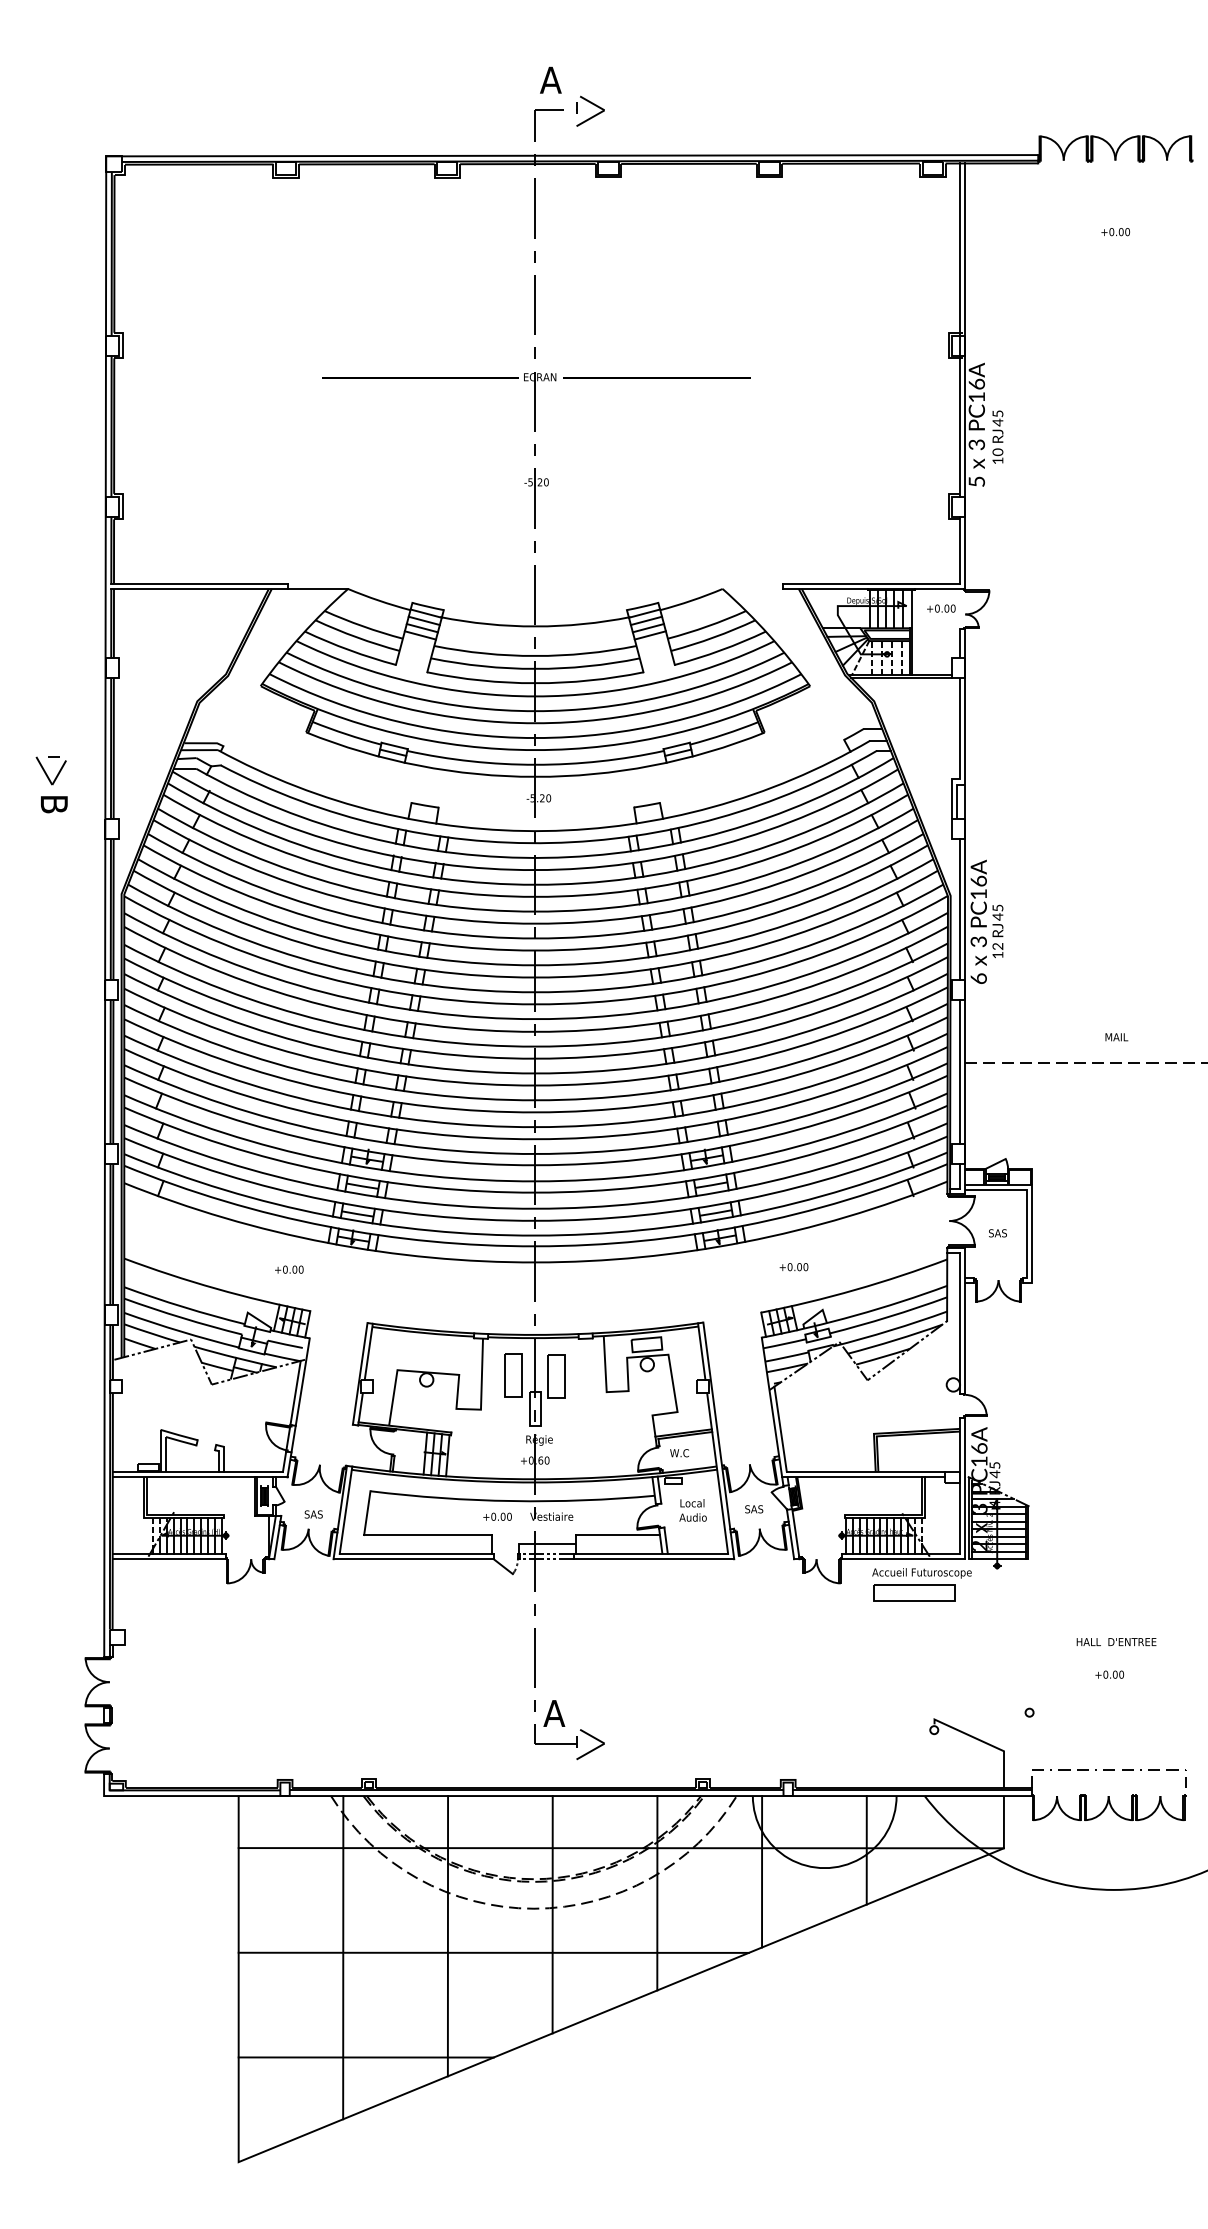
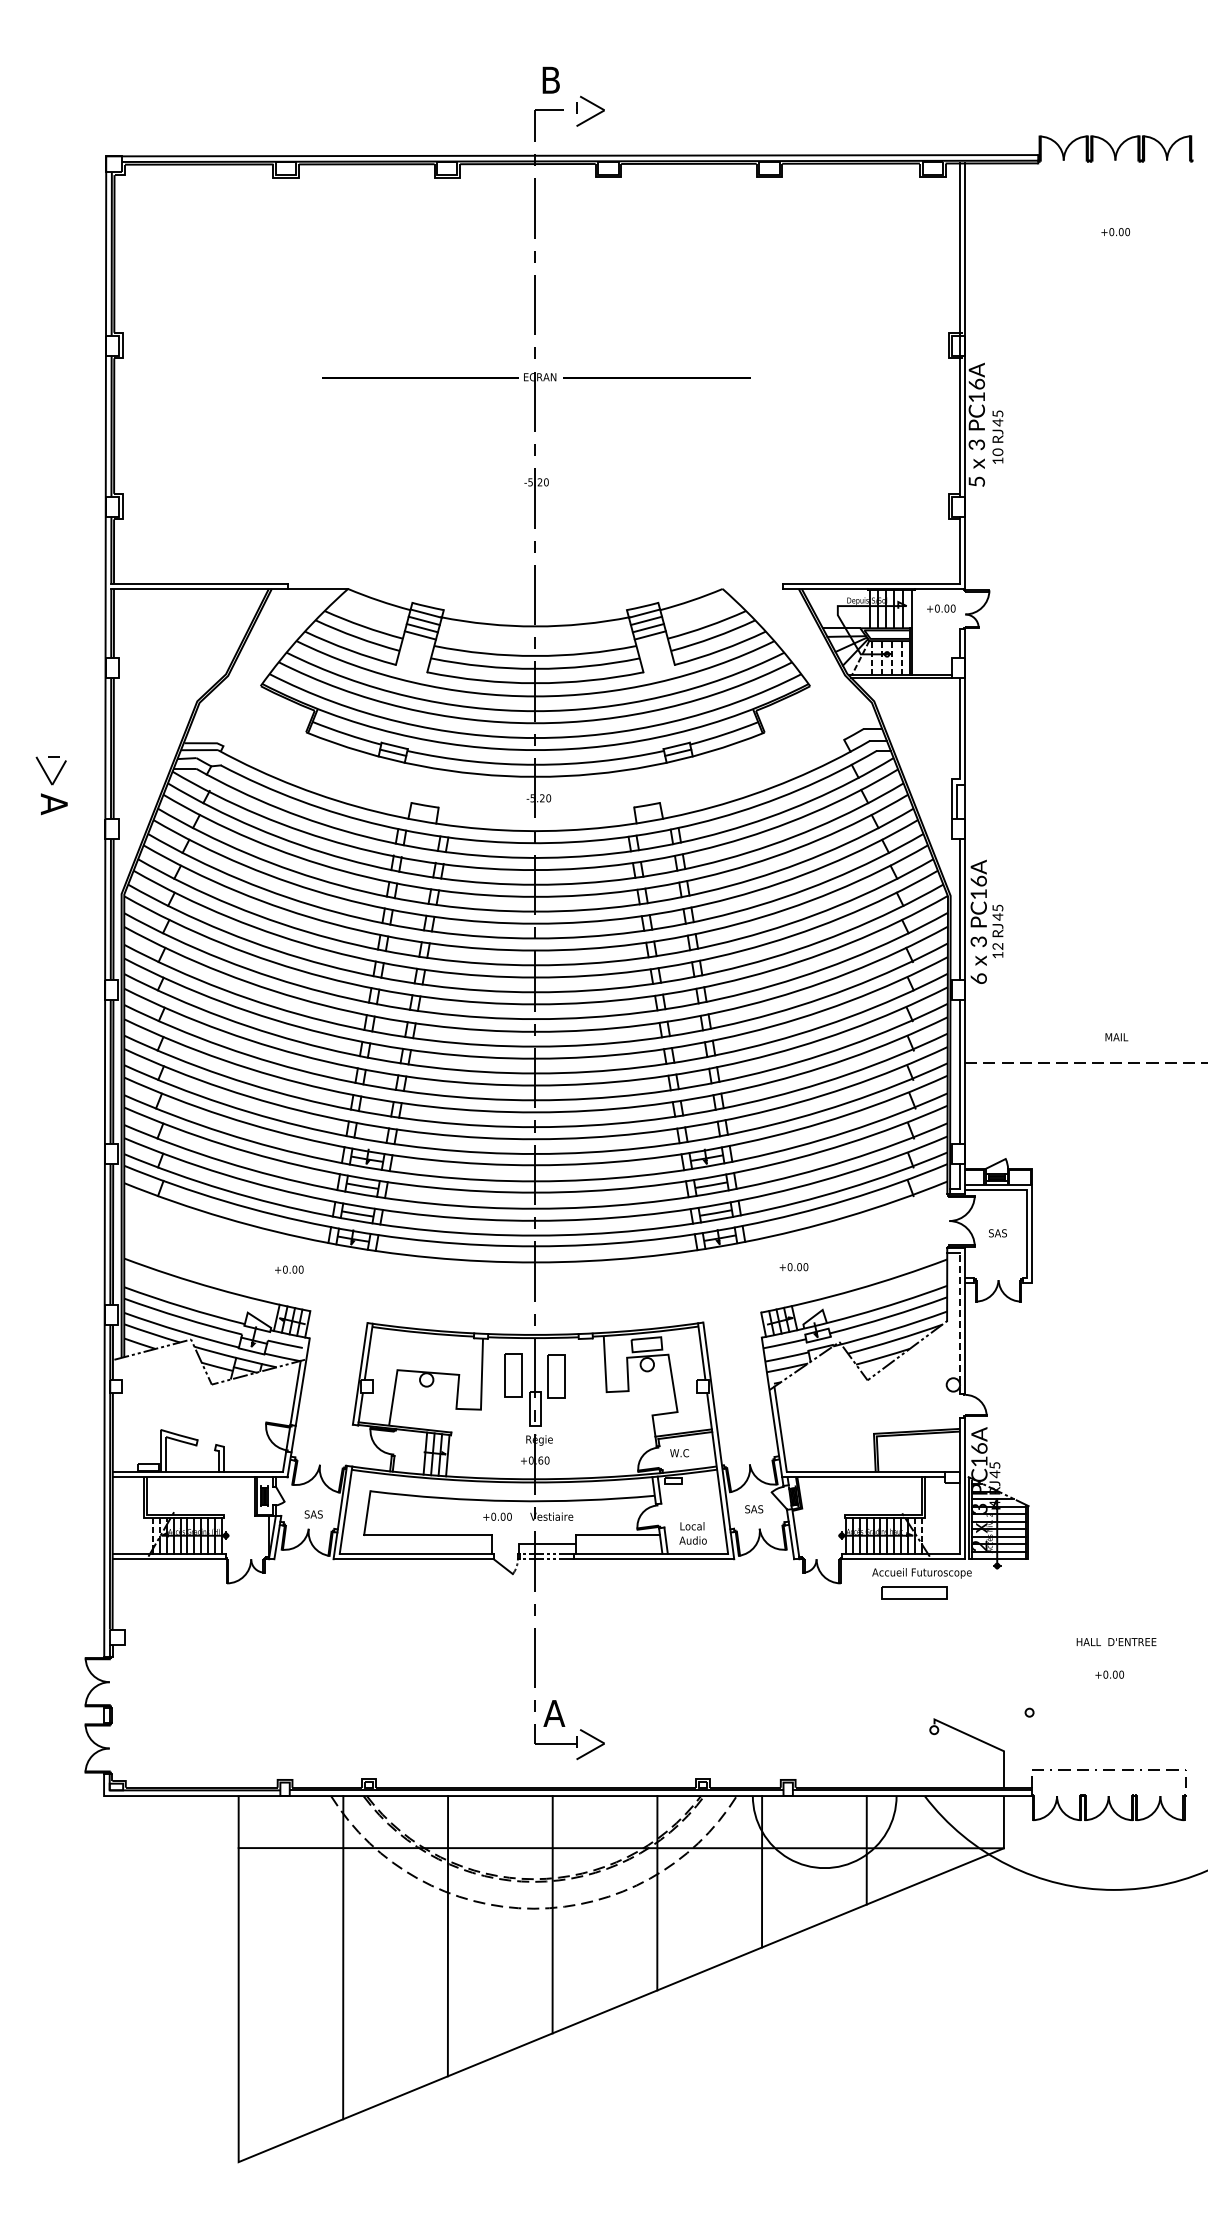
text at (550, 79): A -> B
text at (54, 804): B -> A
line at (959, 1322): solid -> dashed
text at (692, 1510) position: (692, 1510) -> (692, 1533)
part at (914, 1592) size: 83x18 px -> 67x14 px
line at (493, 1952): present -> none
line at (365, 2057): present -> none
